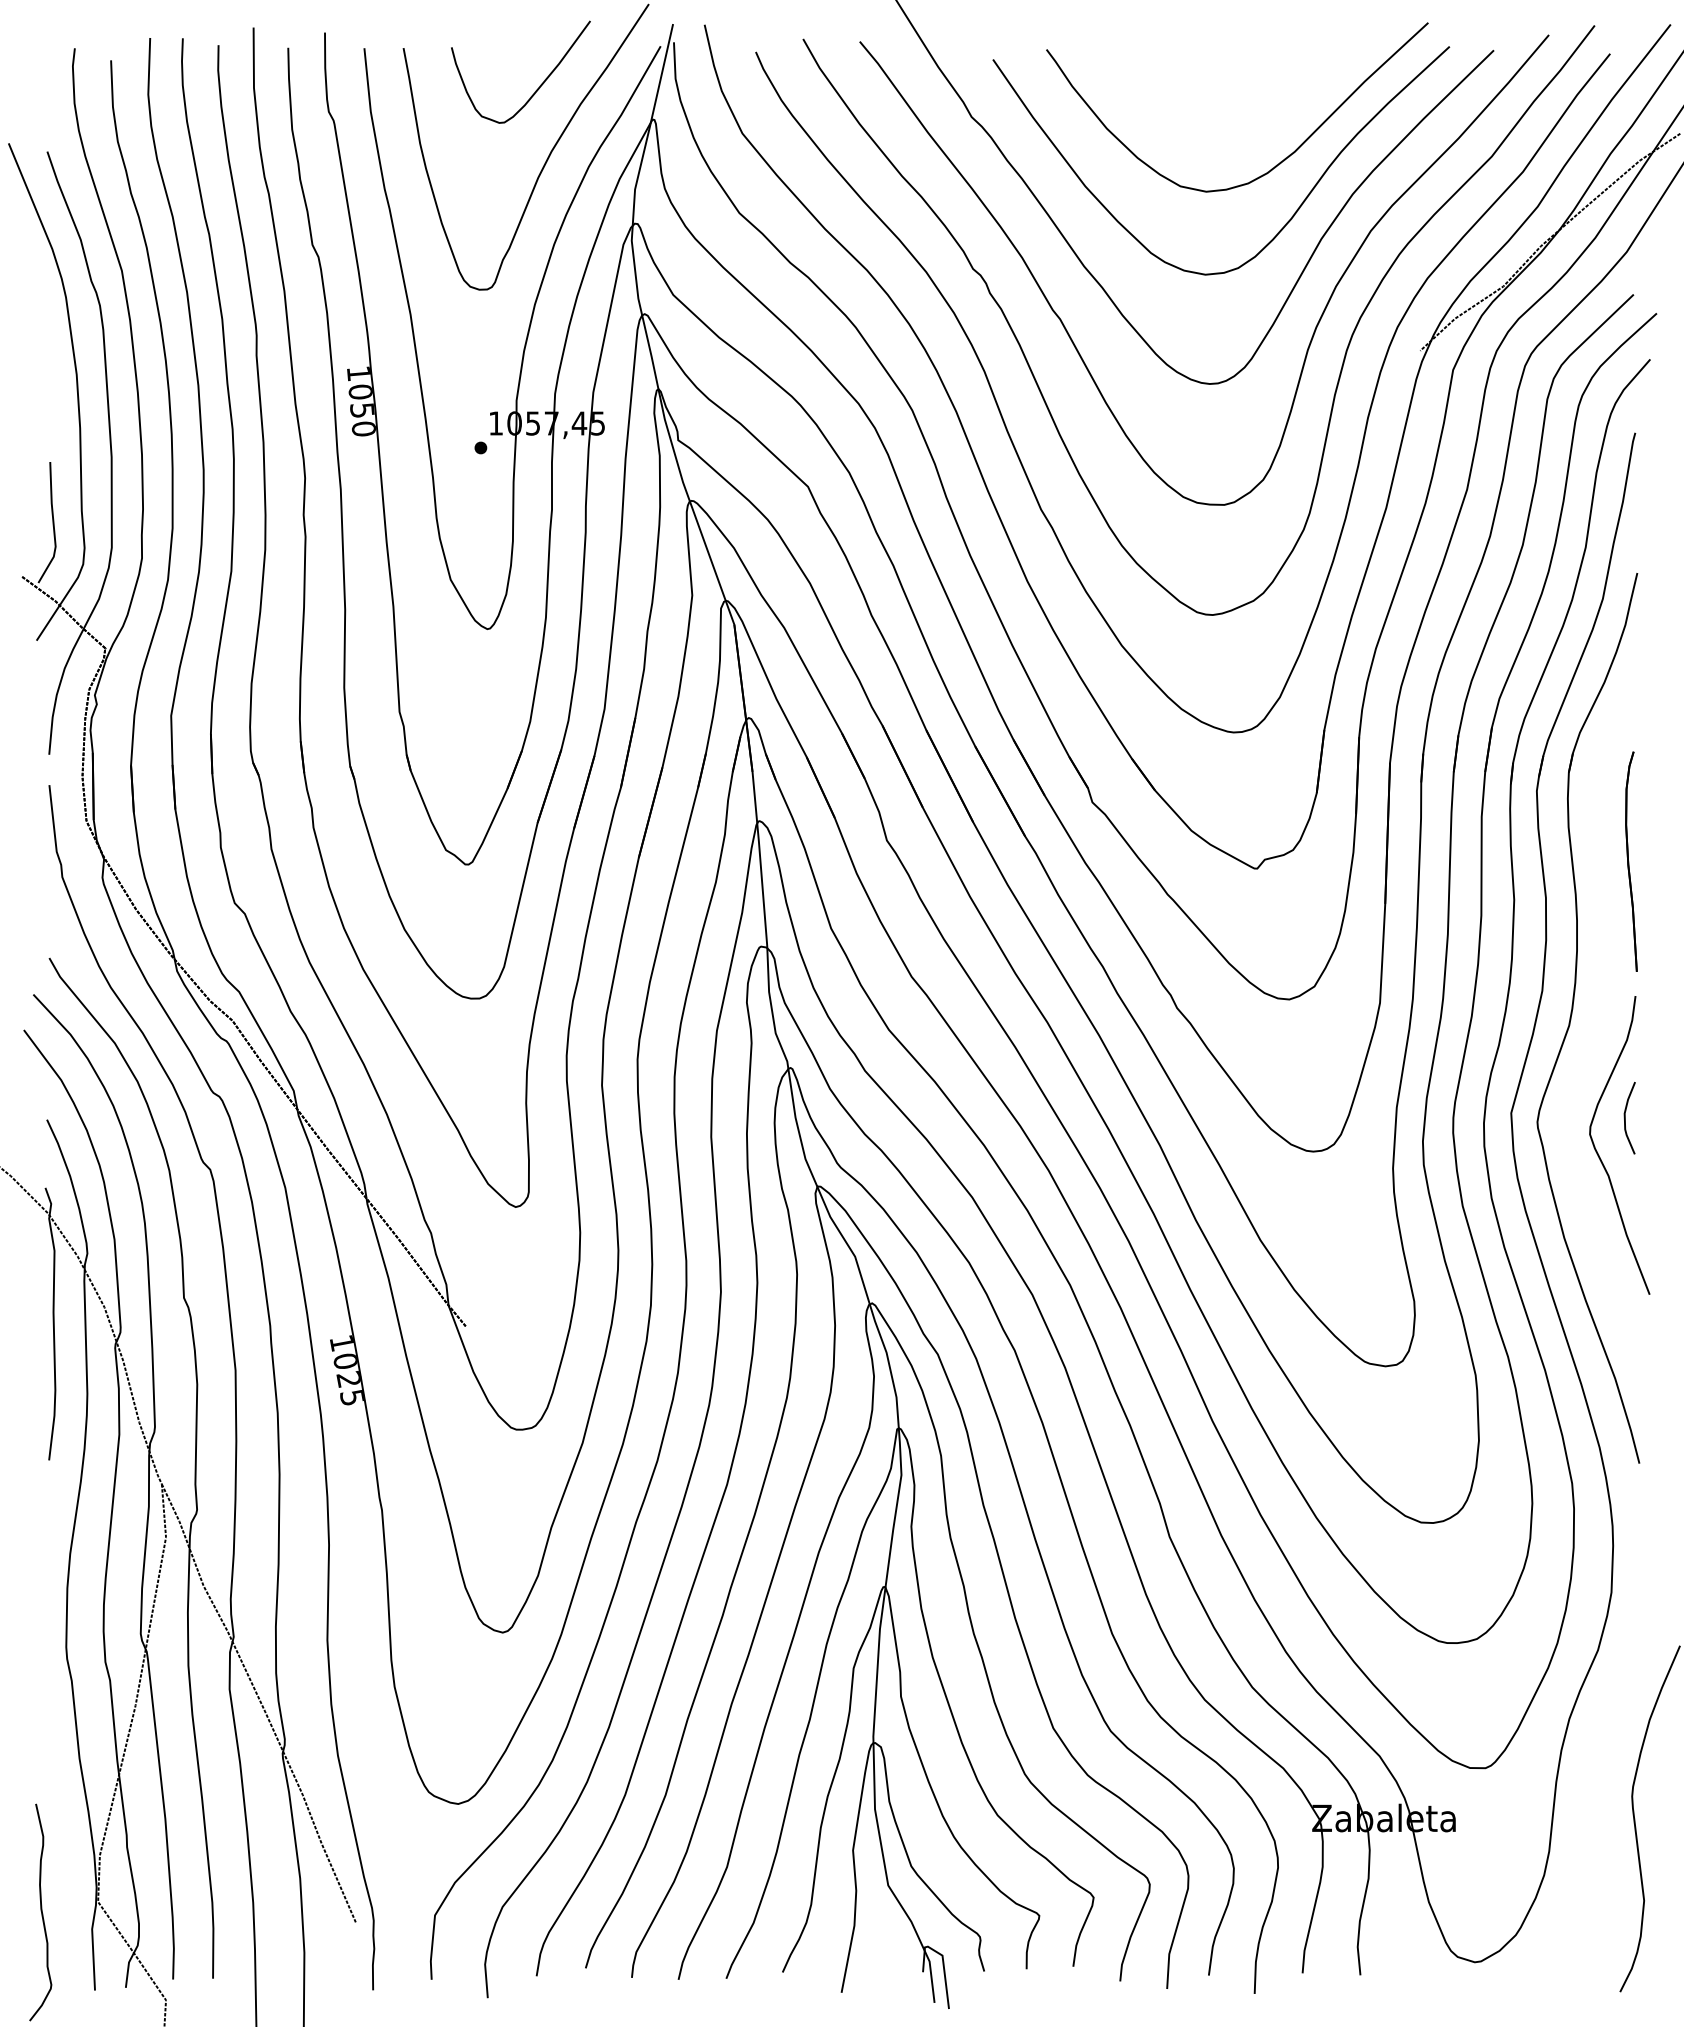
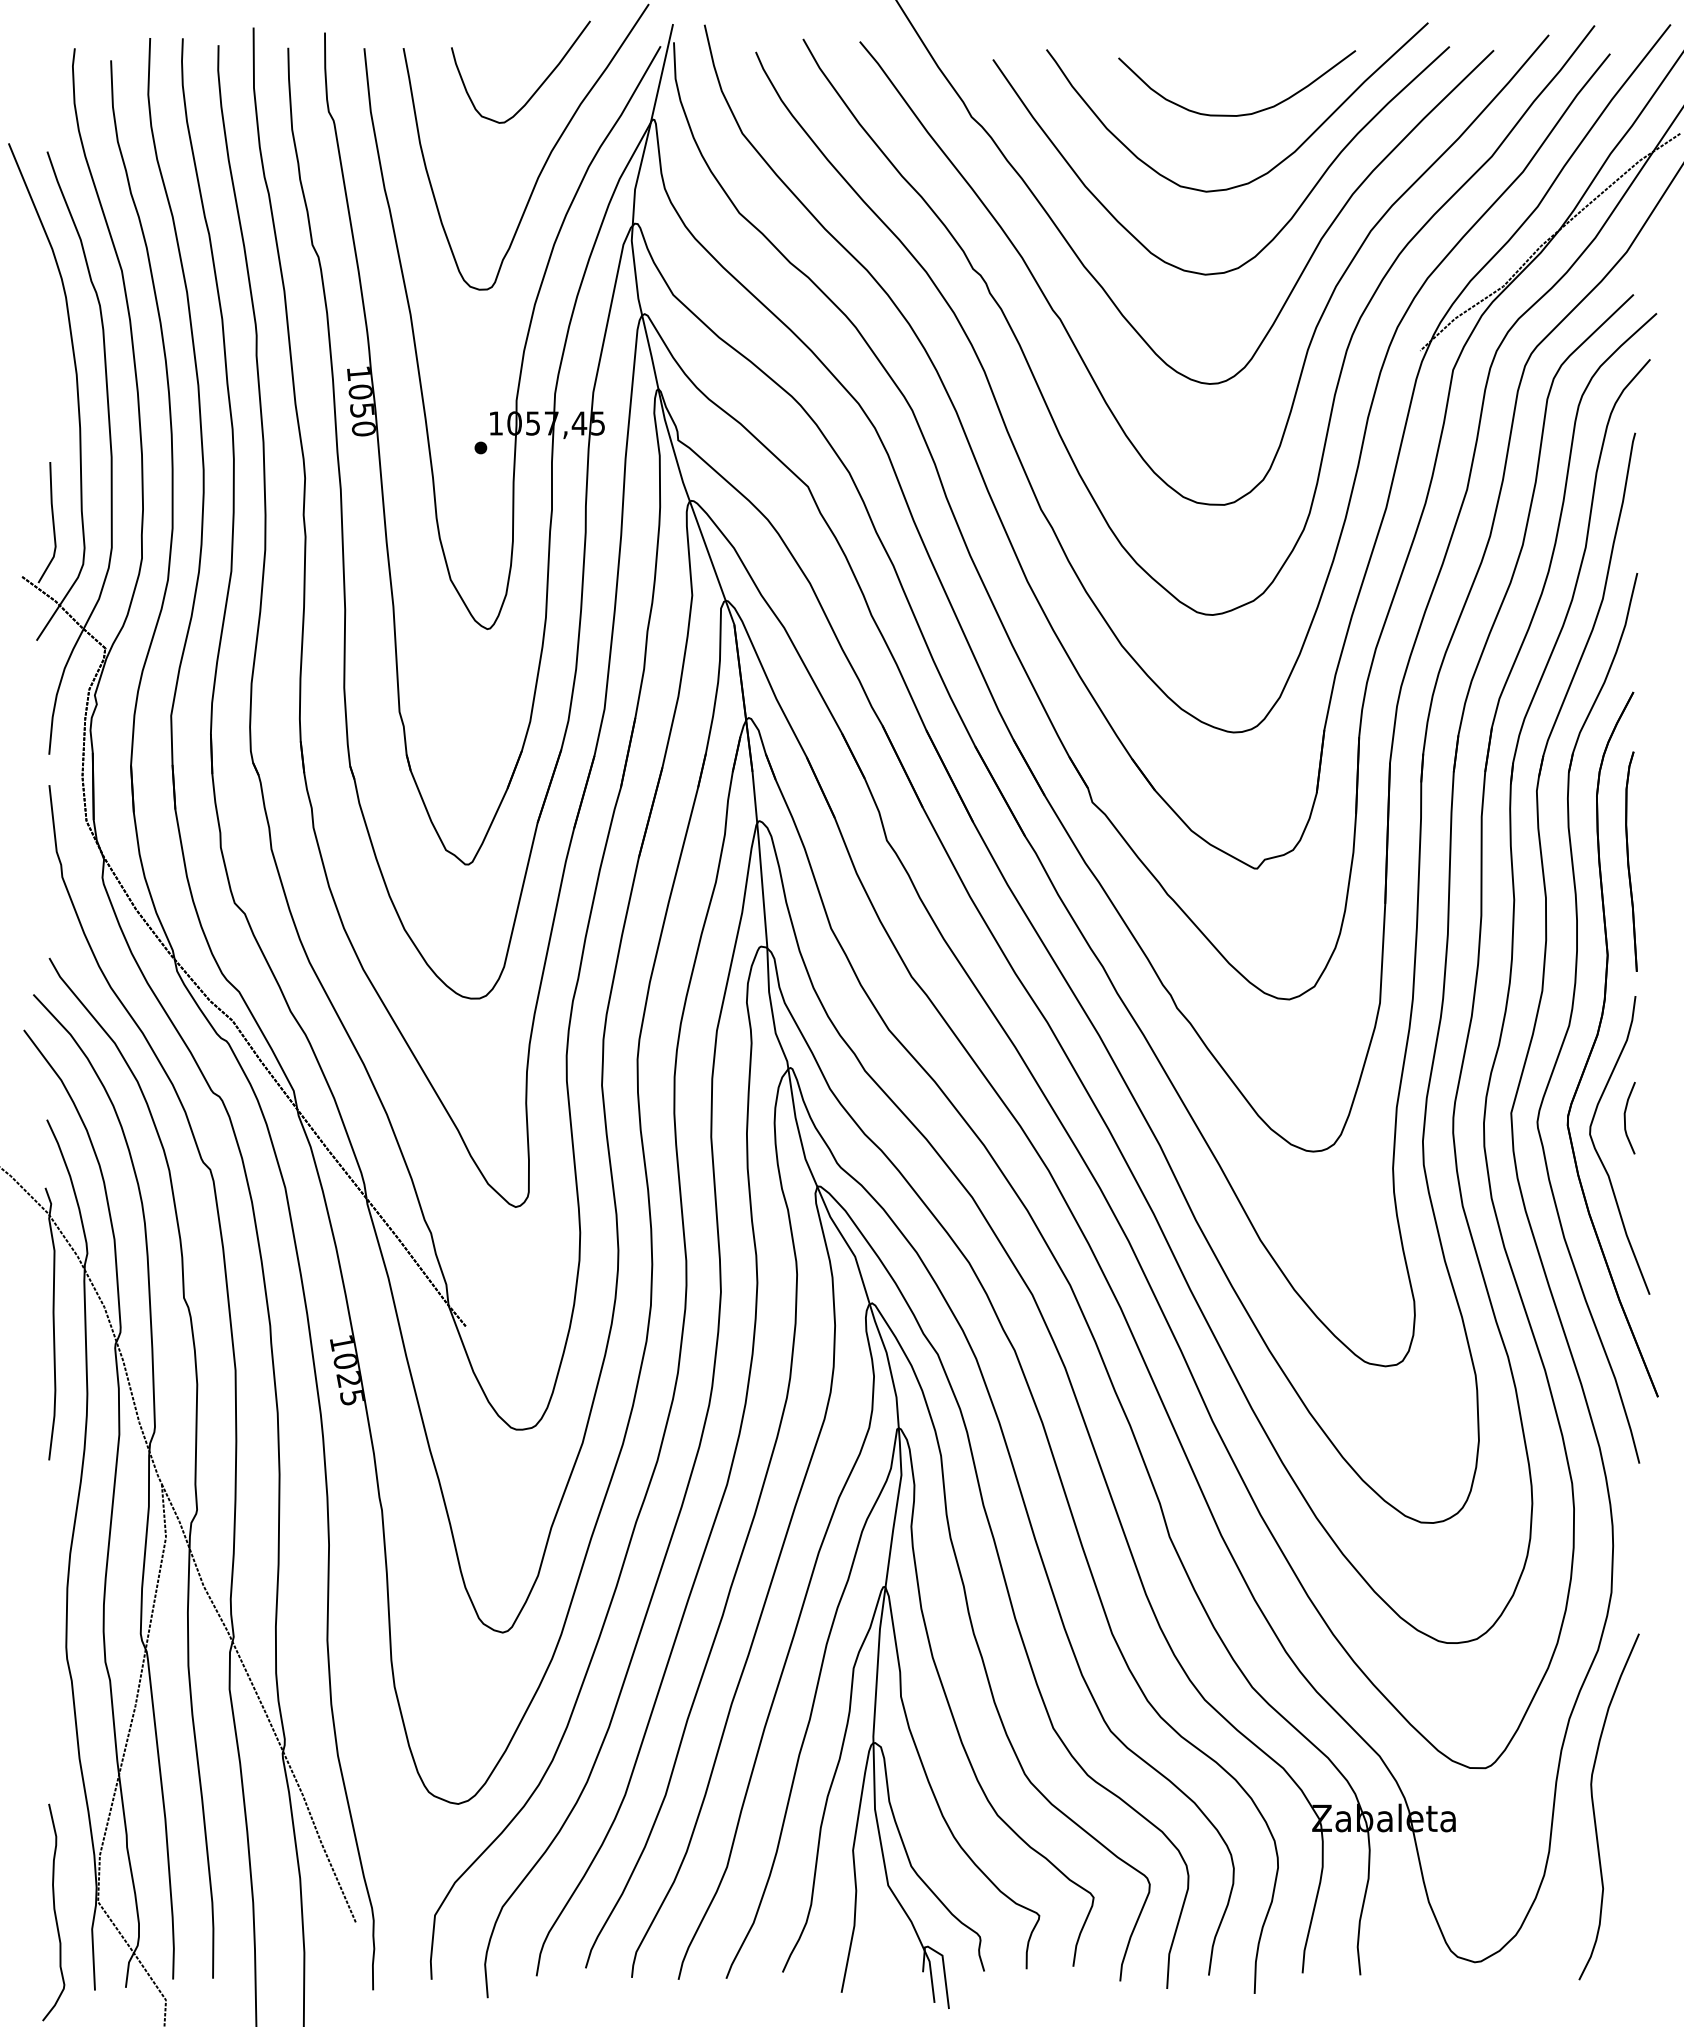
curve at (1238, 114): none -> present
part at (1597, 1038): none -> present
curve at (1635, 1818) position: (1635, 1818) -> (1594, 1806)
curve at (40, 1911) position: (40, 1911) -> (53, 1911)
